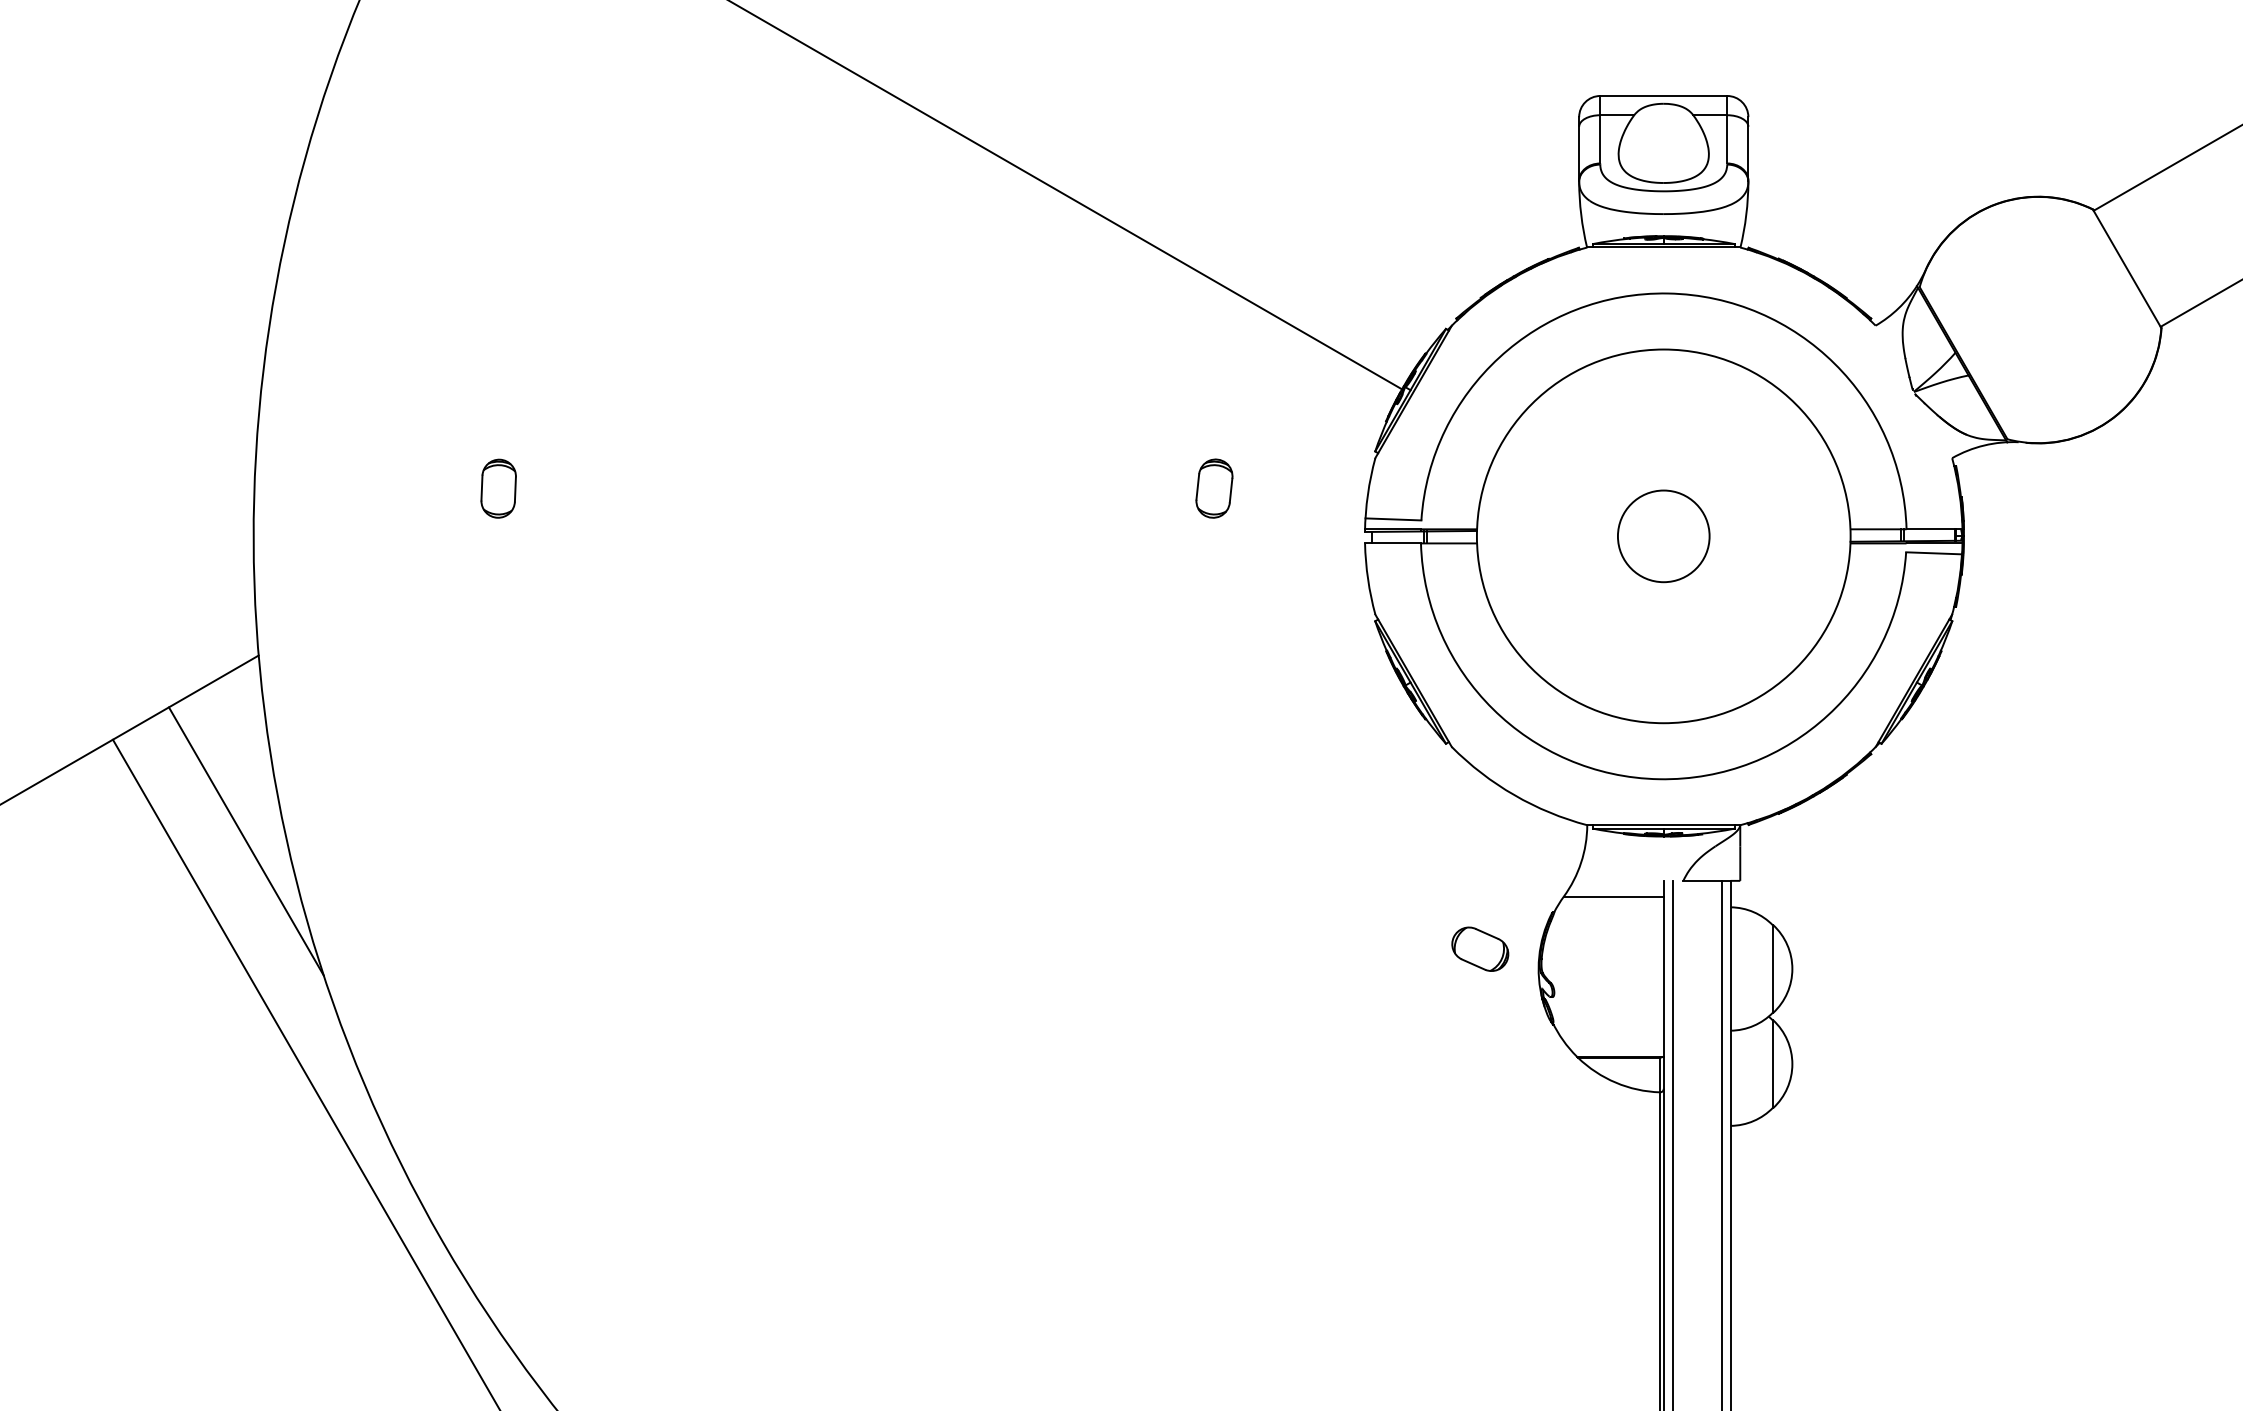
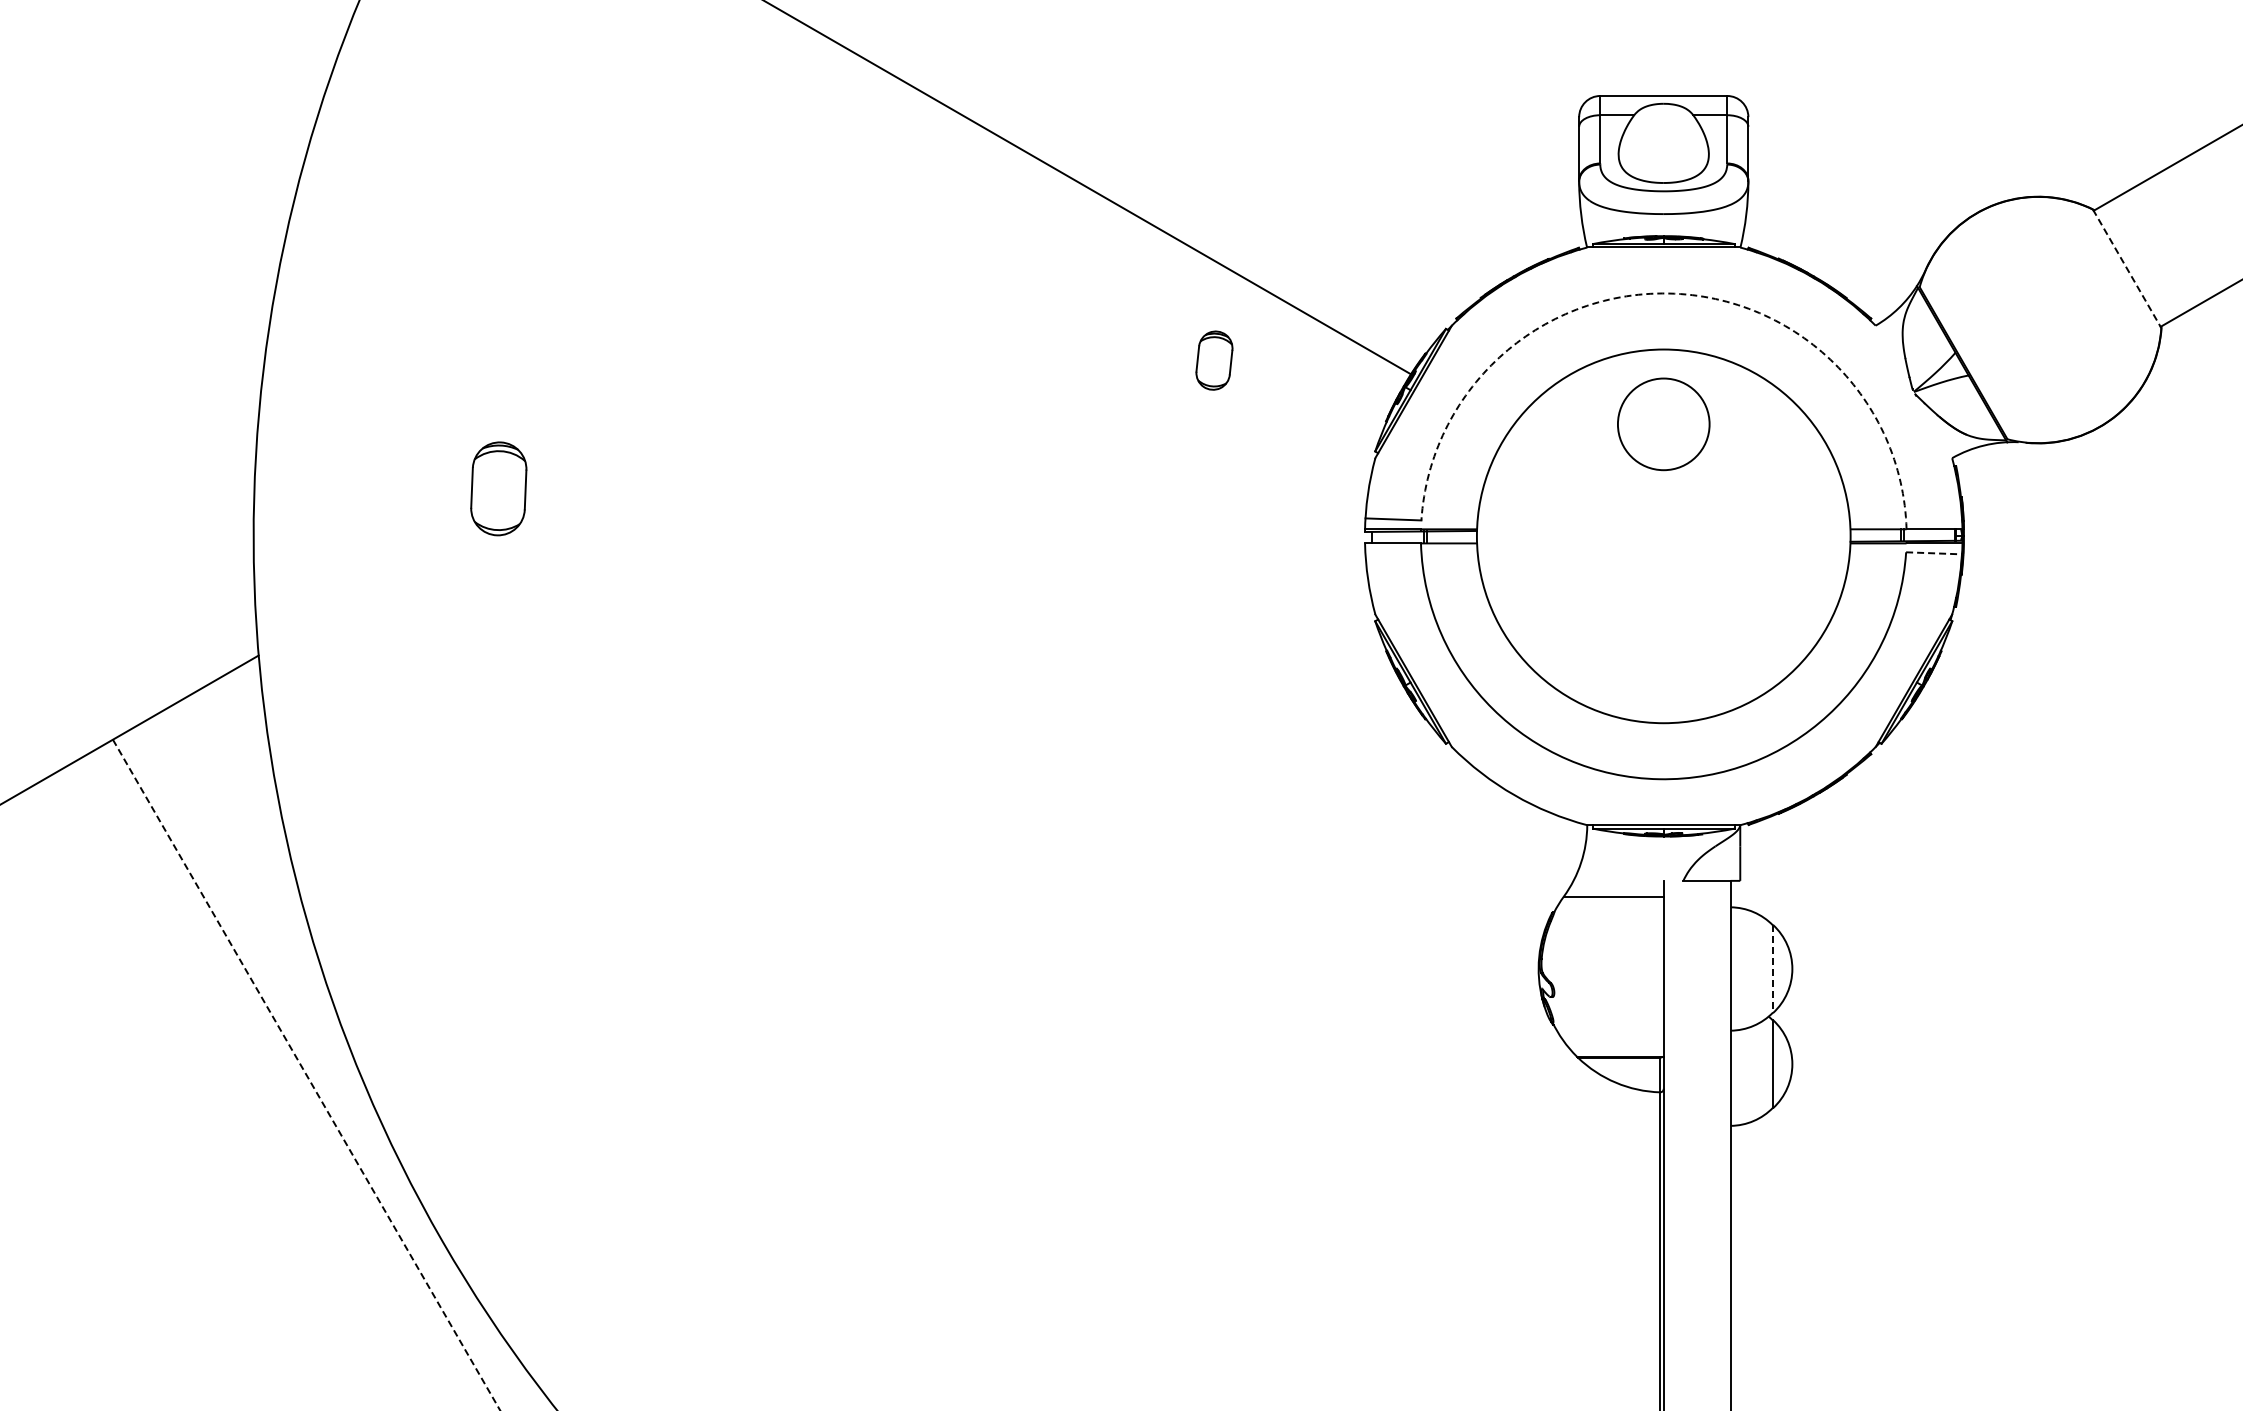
line at (1066, 195) position: (1066, 195) -> (1088, 188)
line at (2127, 269): solid -> dashed
arc at (1668, 293): solid -> dashed
part at (498, 488) size: 37x61 px -> 58x96 px
part at (1214, 488) position: (1214, 488) -> (1214, 360)
circle at (1663, 536) position: (1663, 536) -> (1663, 424)
line at (1934, 553): solid -> dashed
line at (245, 841): present -> none
part at (1480, 948): present -> none
line at (1773, 969): solid -> dashed
line at (306, 1075): solid -> dashed
line at (1672, 1143): present -> none
line at (1721, 1143): present -> none
